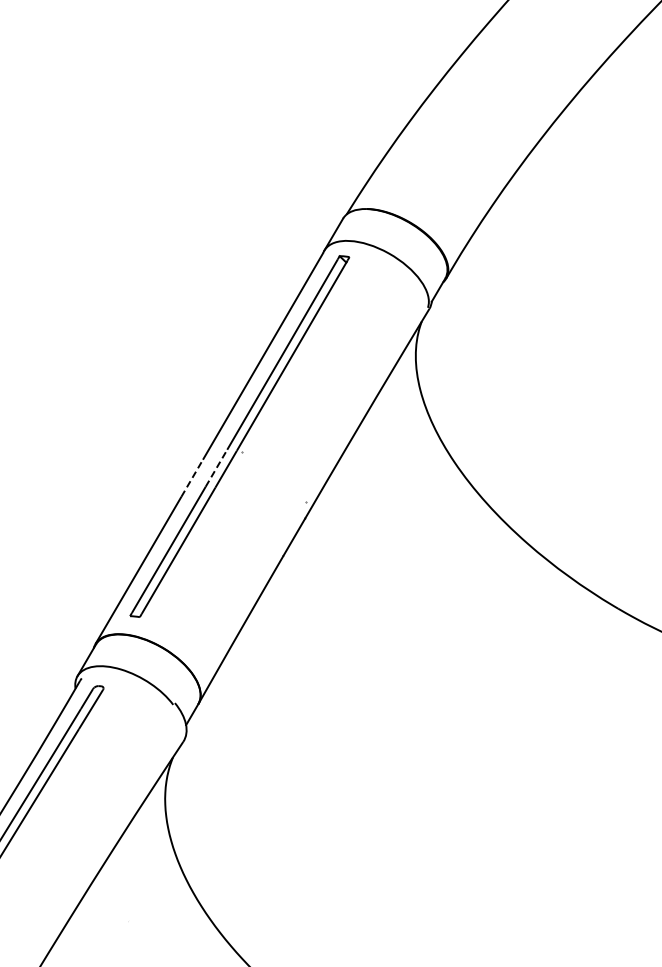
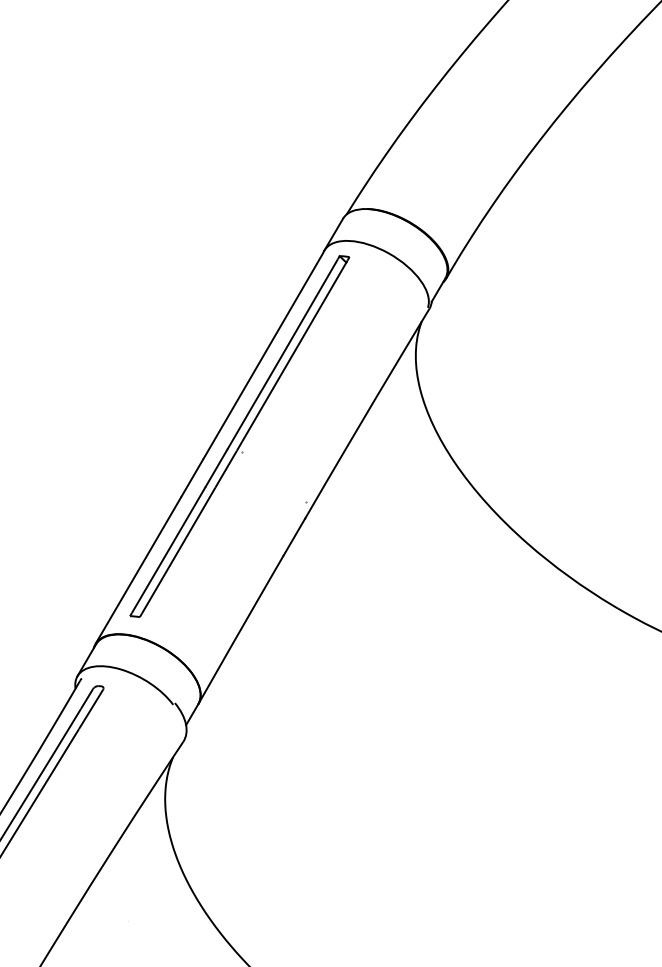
line at (216, 467): dashed -> solid
line at (192, 477): dashed -> solid
